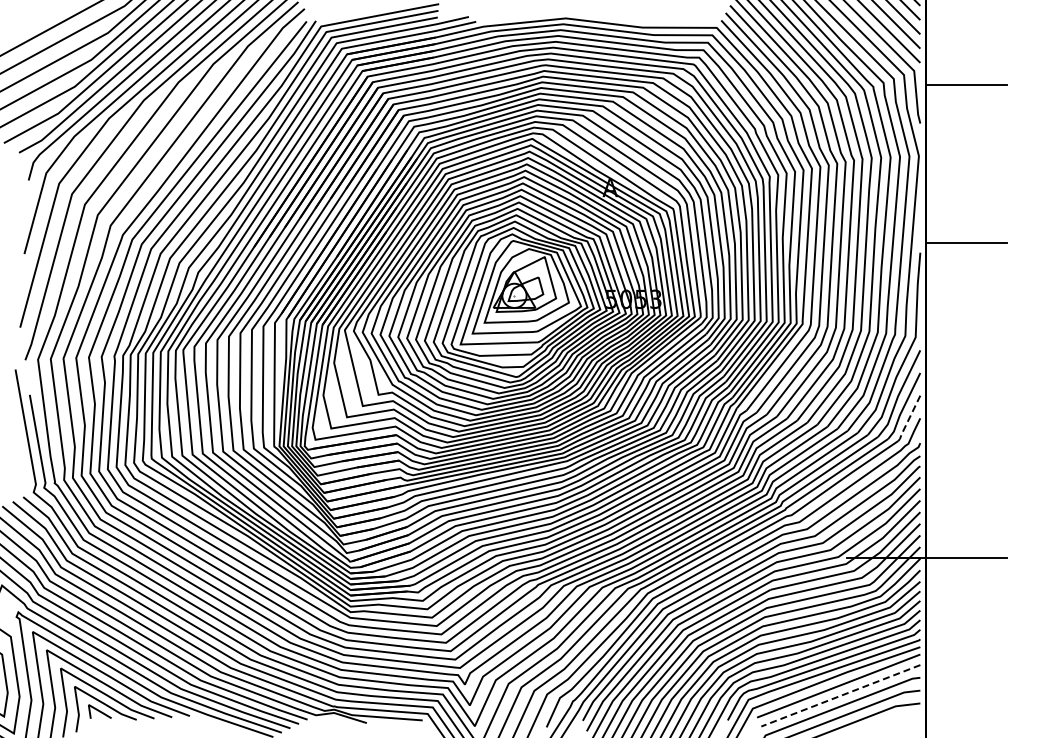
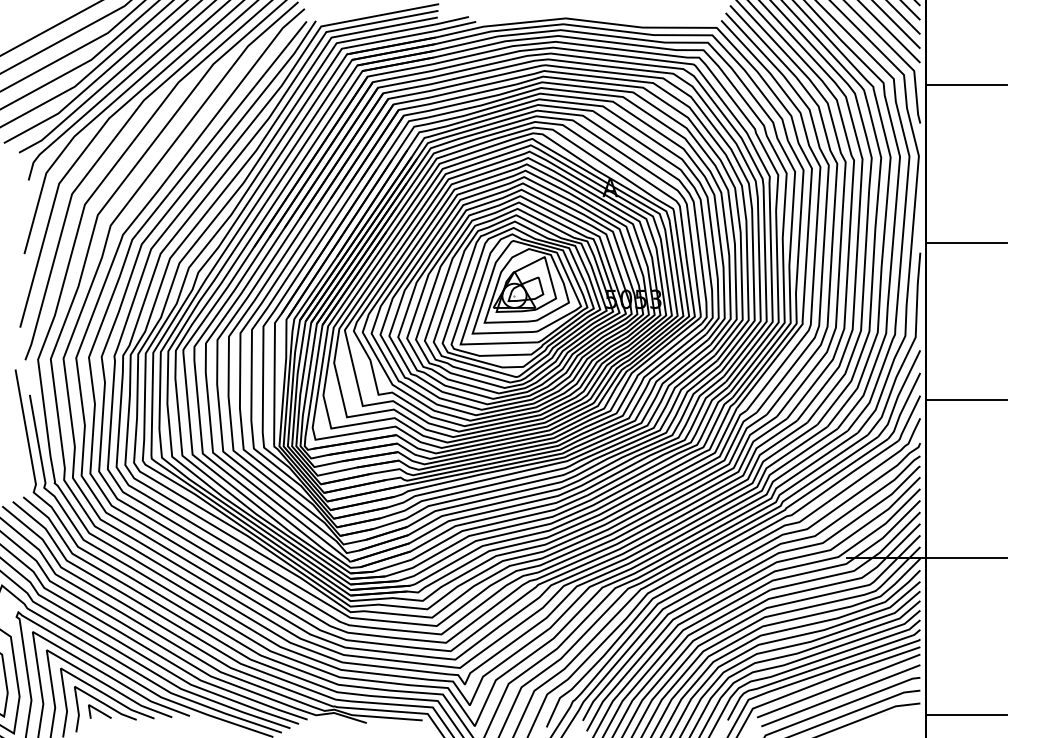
line at (966, 400): none -> present
line at (908, 419): dashed -> solid
line at (840, 696): dashed -> solid
line at (966, 715): none -> present
